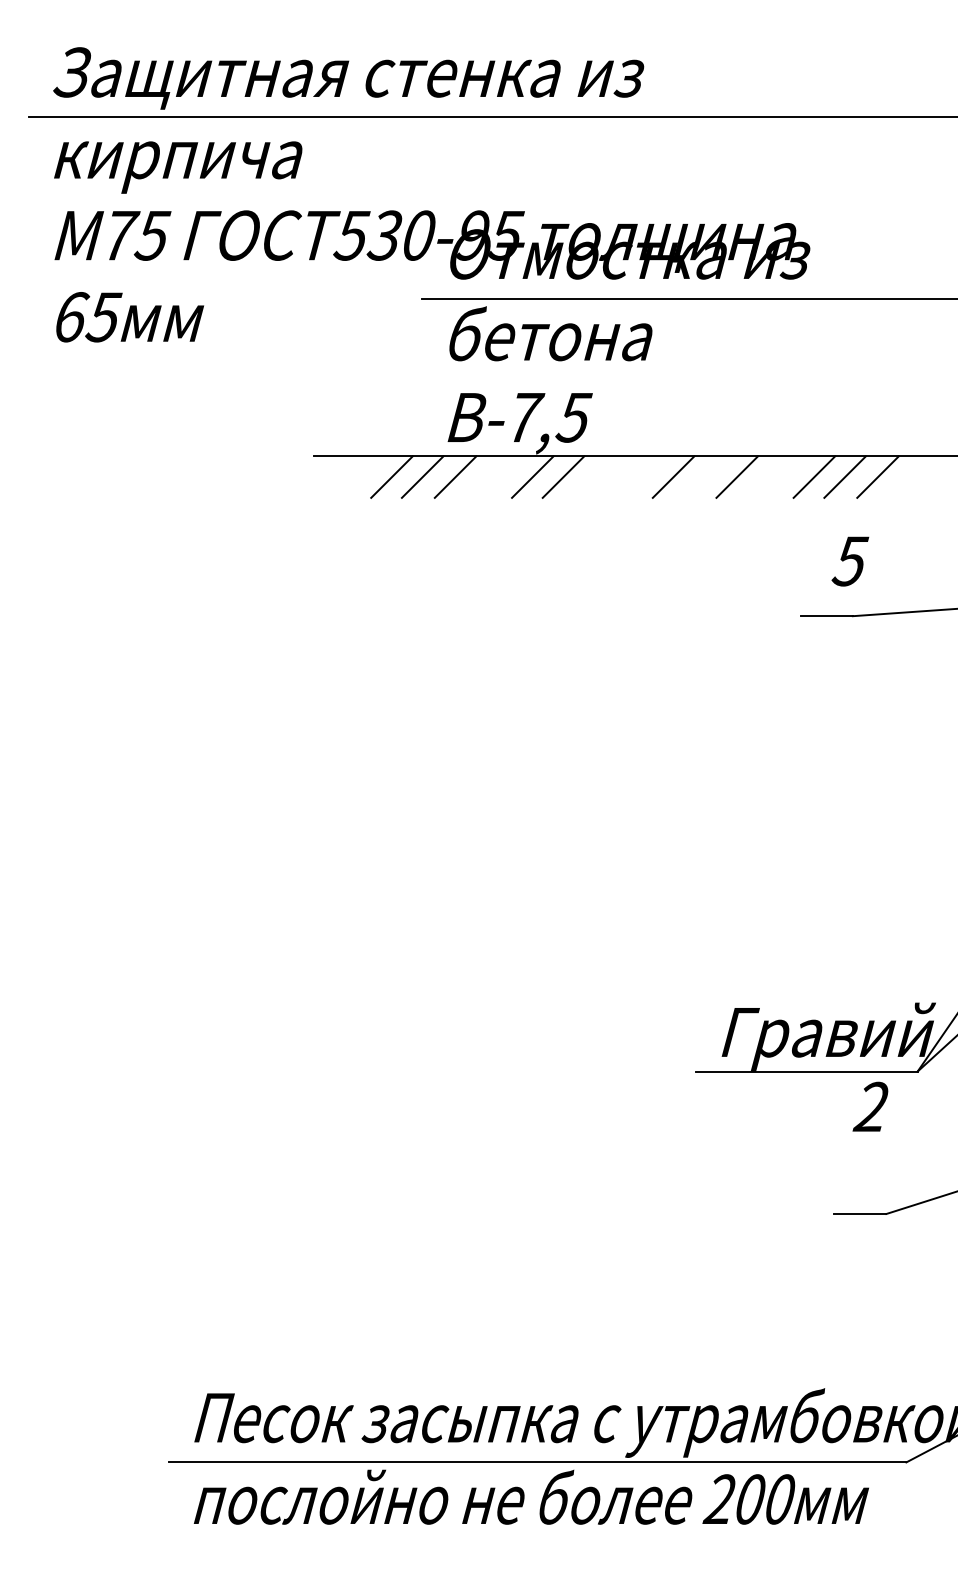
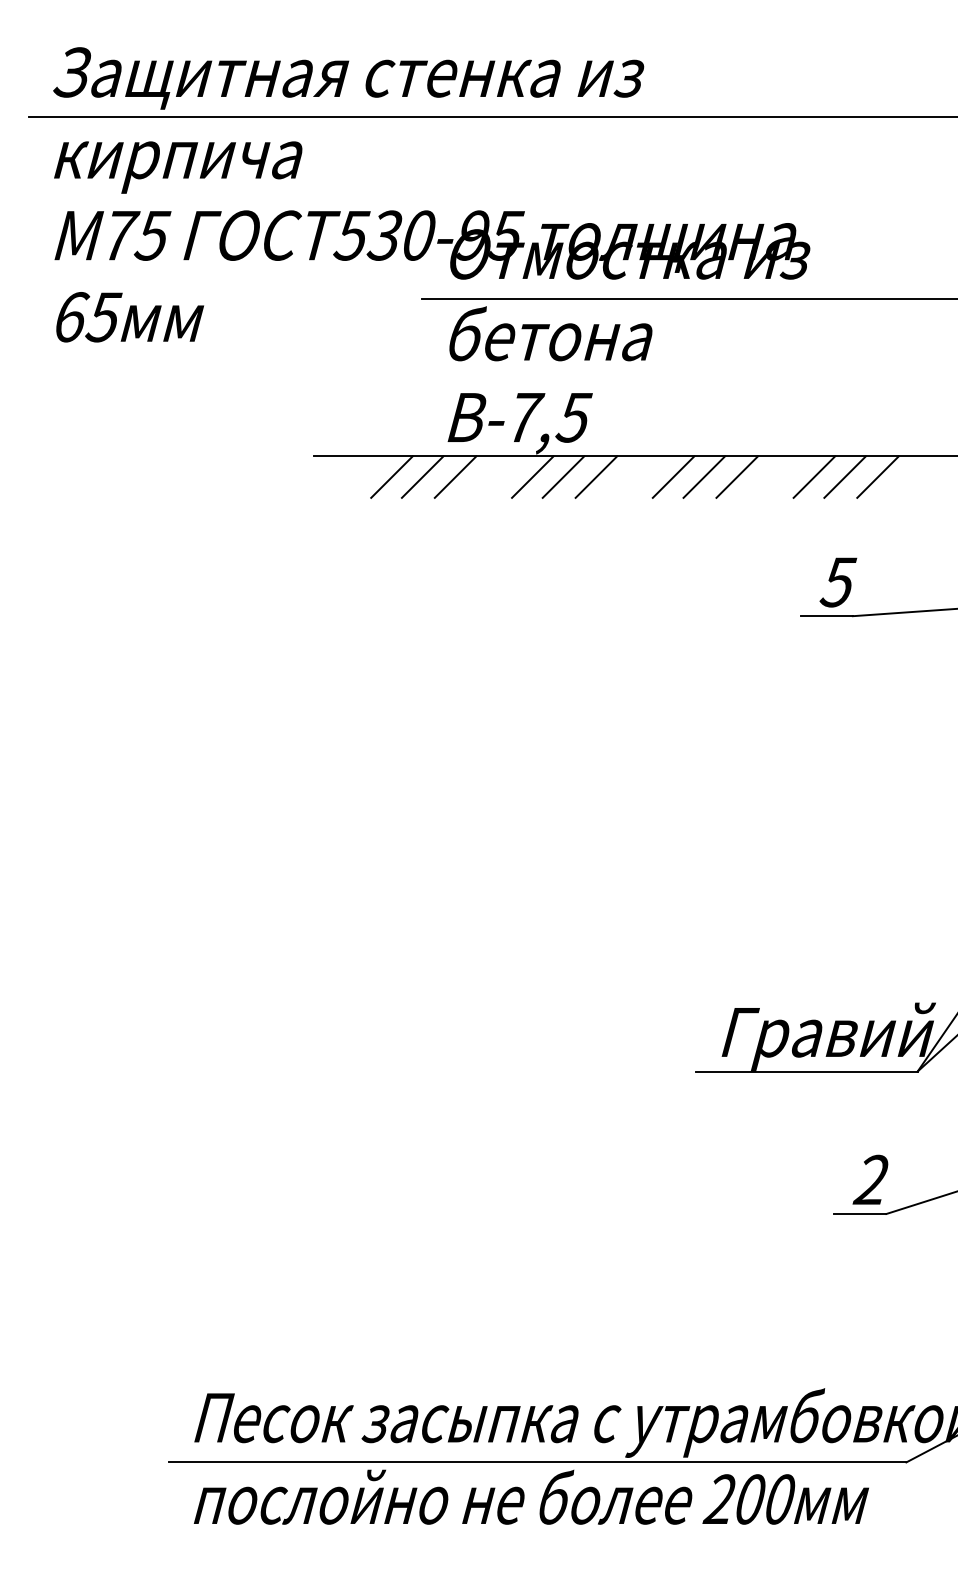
line at (596, 476): none -> present
line at (704, 476): none -> present
text at (850, 561) position: (850, 561) -> (838, 582)
text at (870, 1106) position: (870, 1106) -> (870, 1179)
